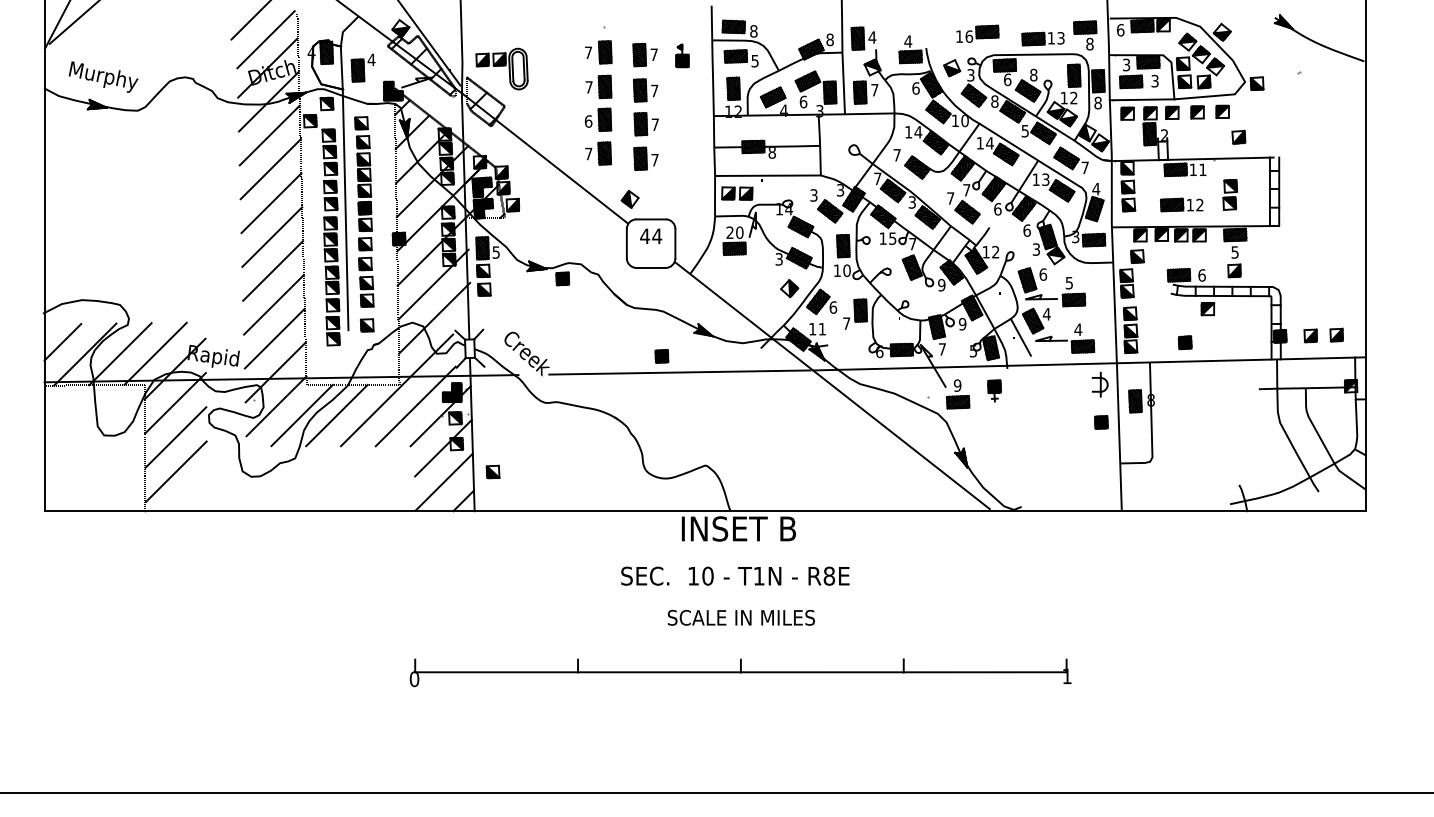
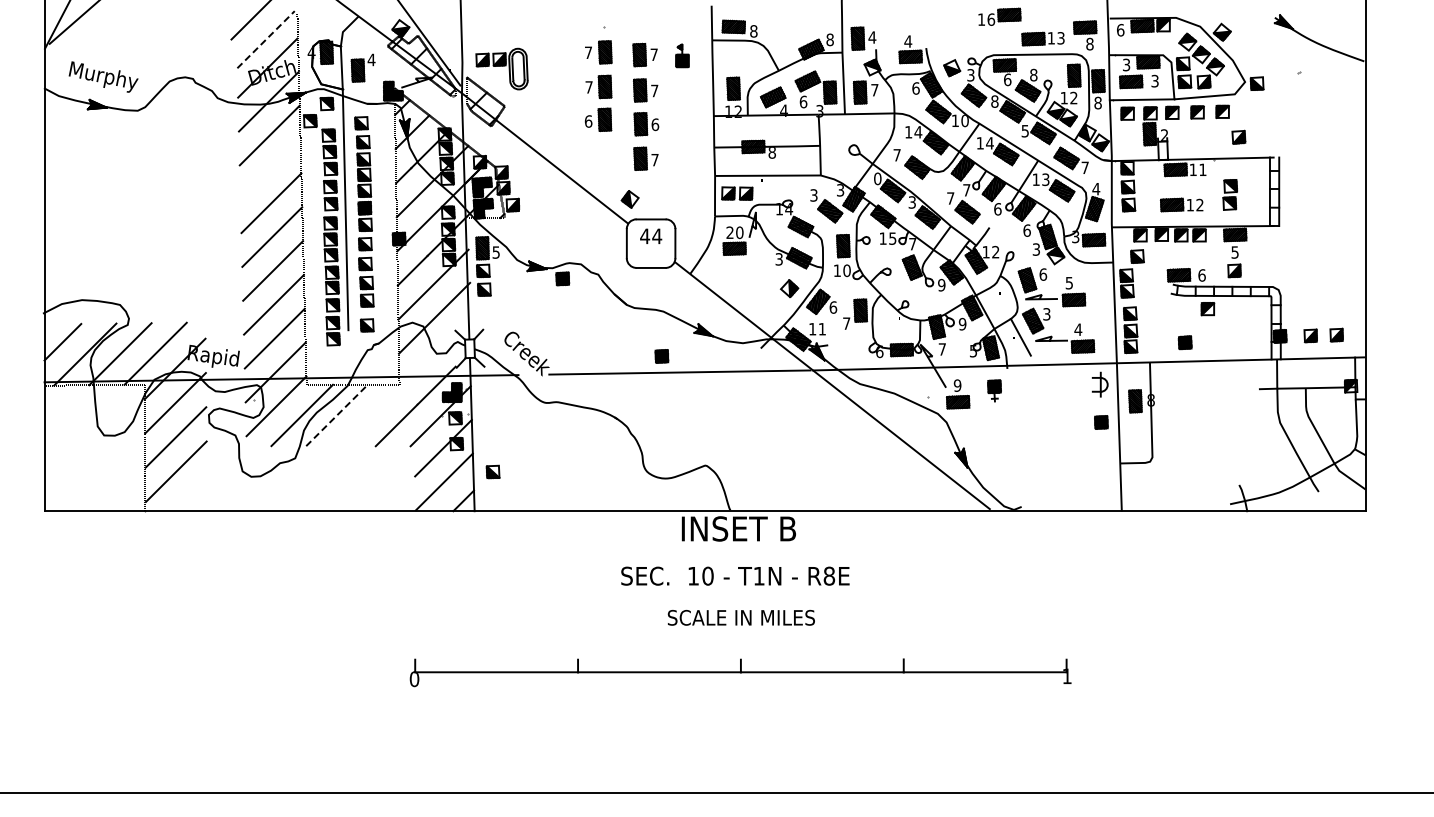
part at (977, 33) position: (977, 33) -> (999, 16)
line at (266, 39): solid -> dashed
part at (740, 58): present -> none
text at (655, 124): 7 -> 6
part at (598, 153): present -> none
line at (270, 169): present -> none
text at (877, 178): 7 -> 0
text at (1046, 314): 4 -> 3
line at (397, 390): present -> none
line at (337, 415): solid -> dashed
